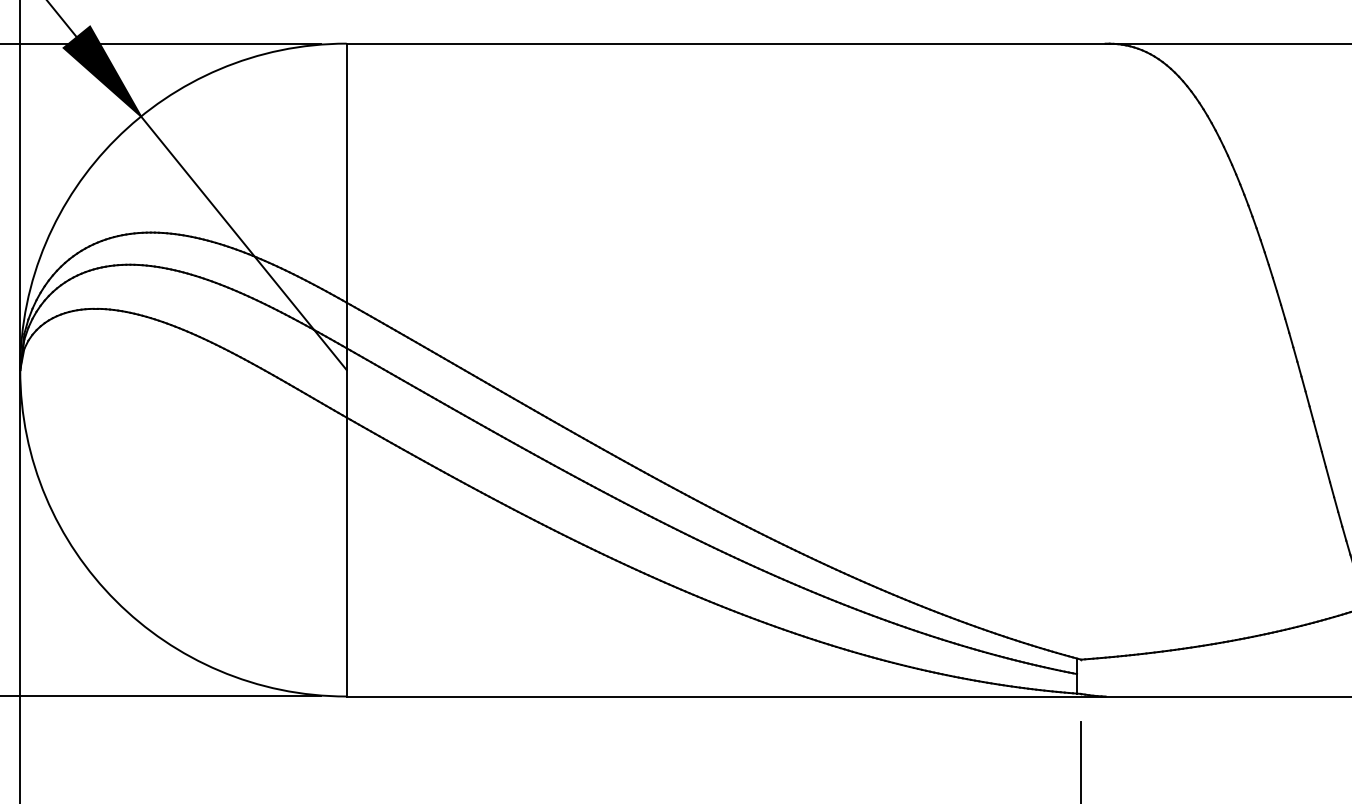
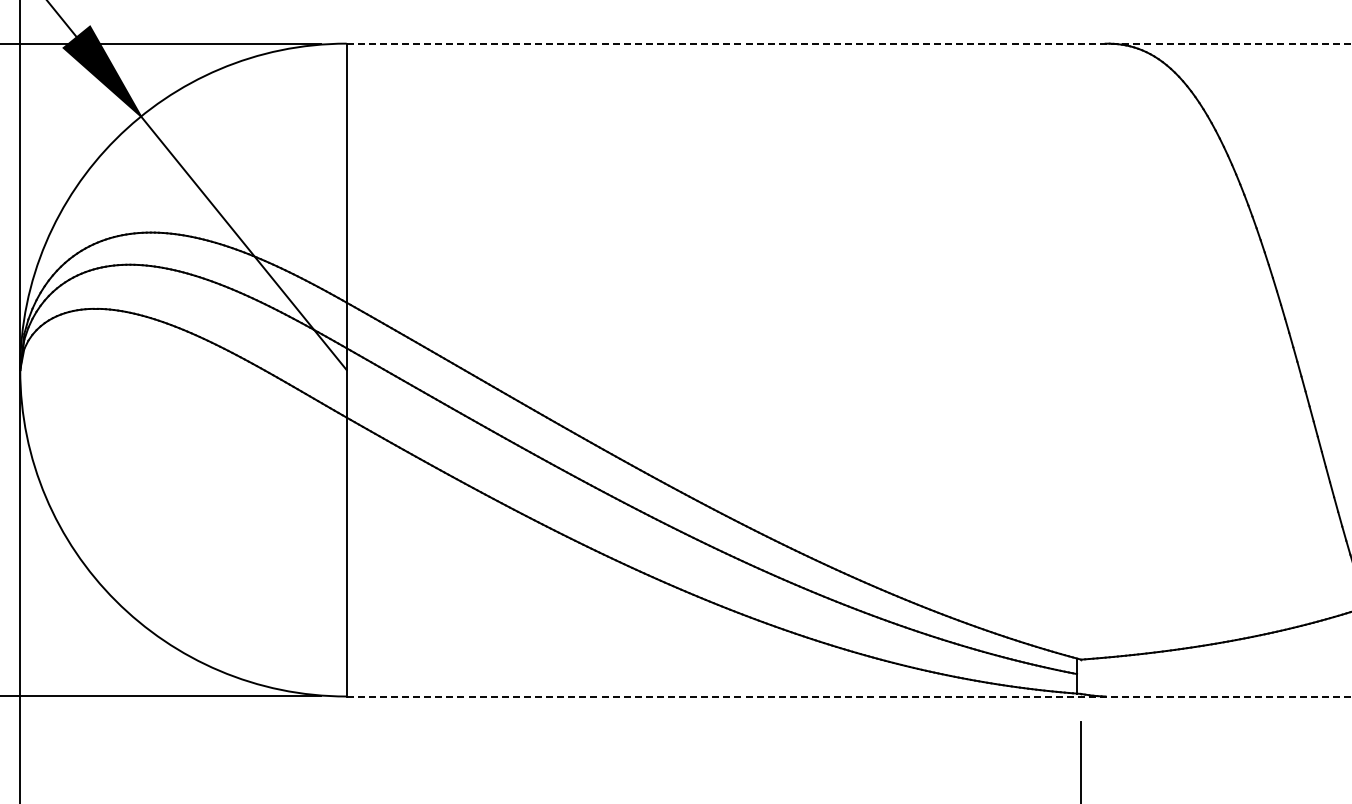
line at (849, 43): solid -> dashed
line at (849, 696): solid -> dashed
